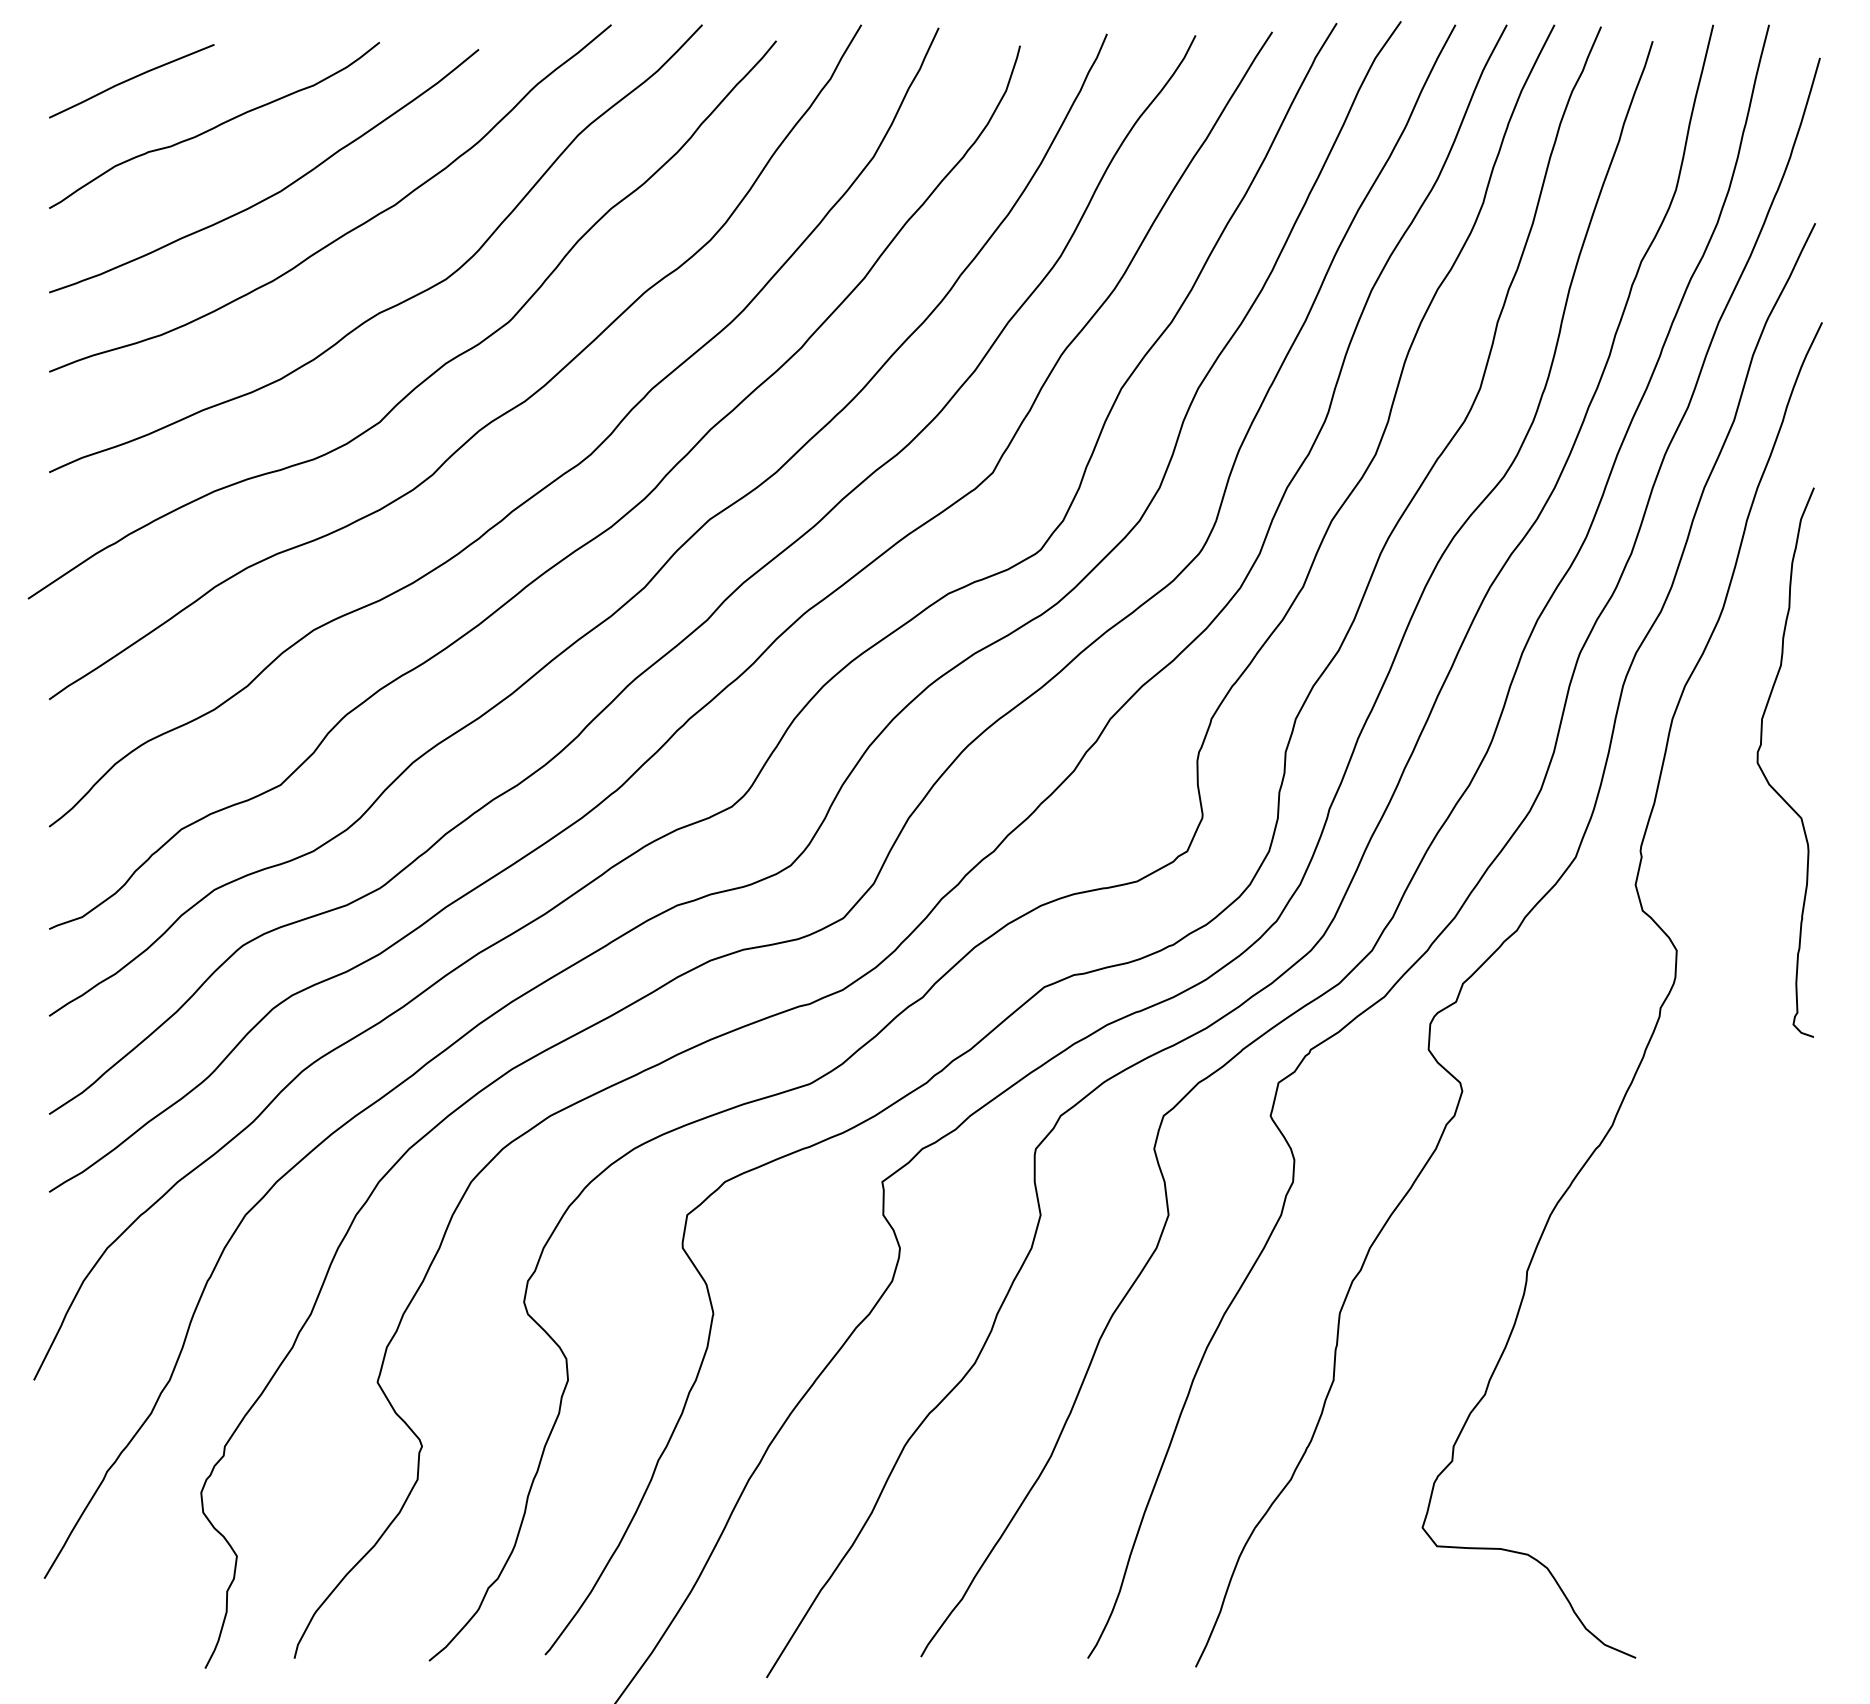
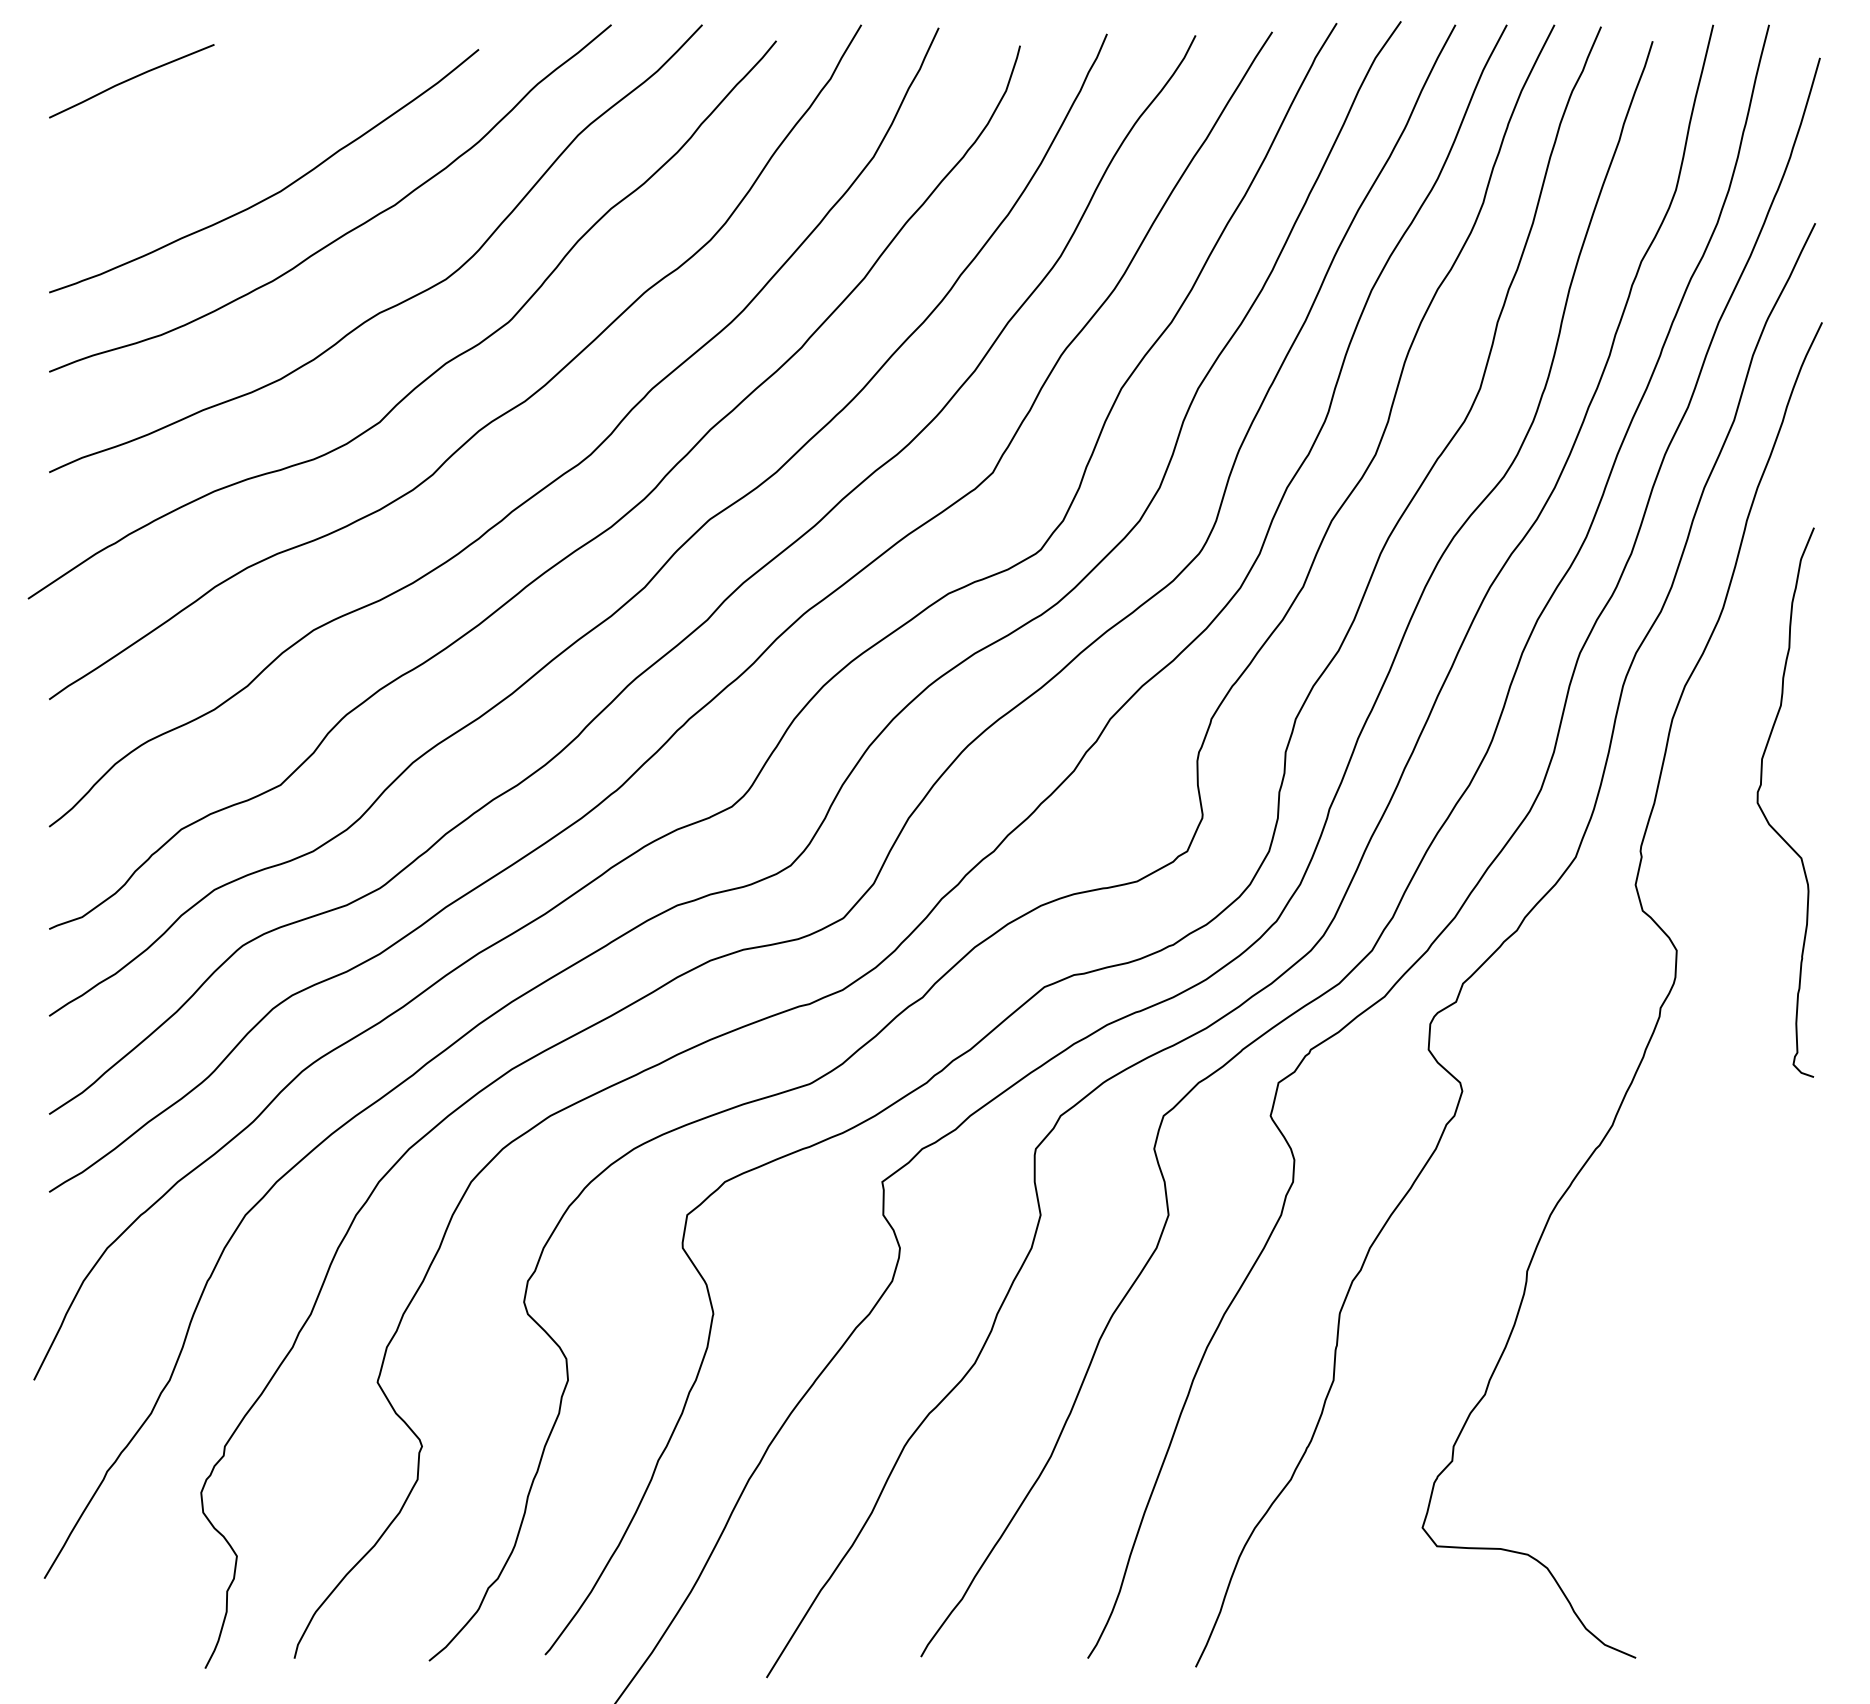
curve at (214, 126): present -> none
curve at (1764, 773) position: (1764, 773) -> (1764, 813)
